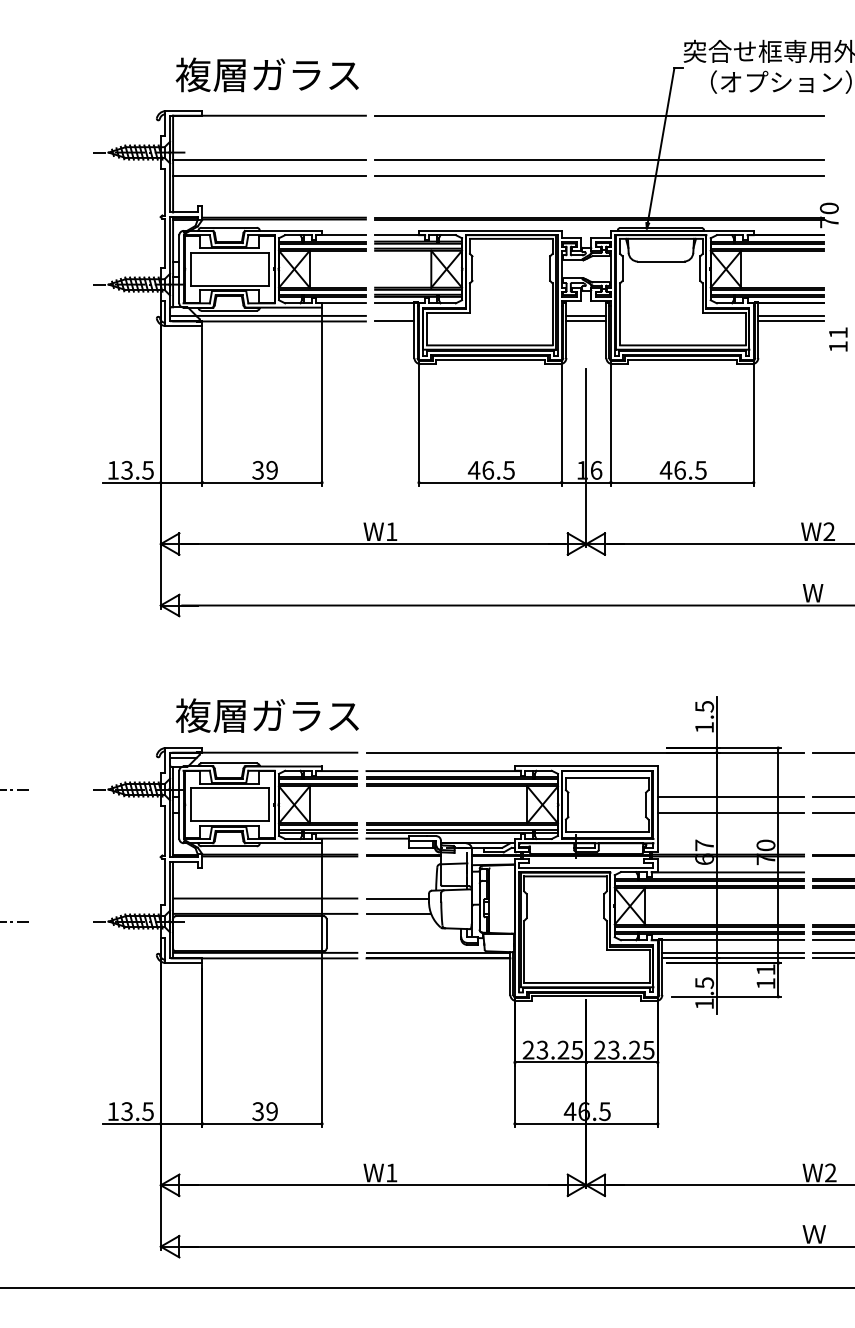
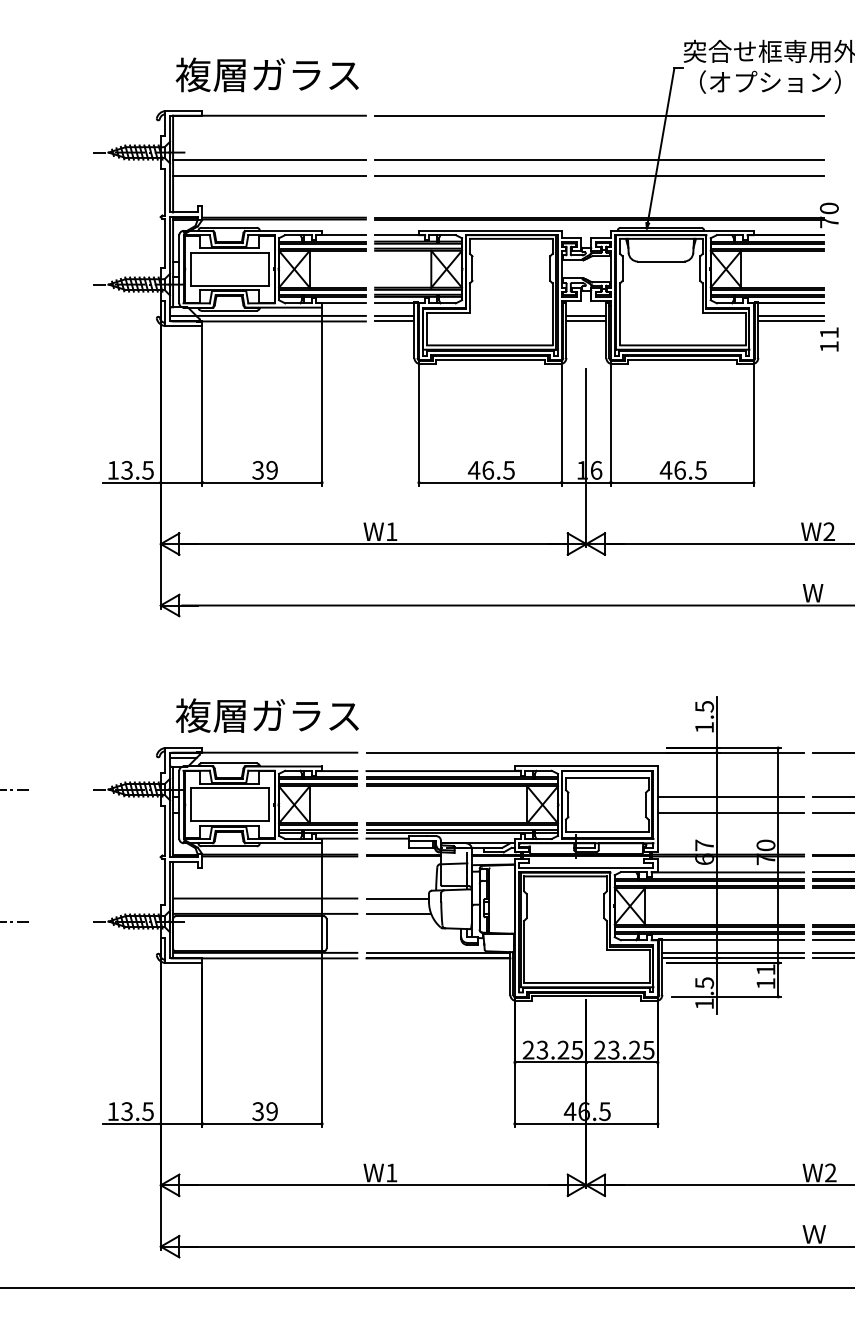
text at (781, 81) position: (781, 81) -> (770, 81)
line at (394, 315): none -> present
text at (838, 339) position: (838, 339) -> (829, 339)
line at (832, 872): none -> present
